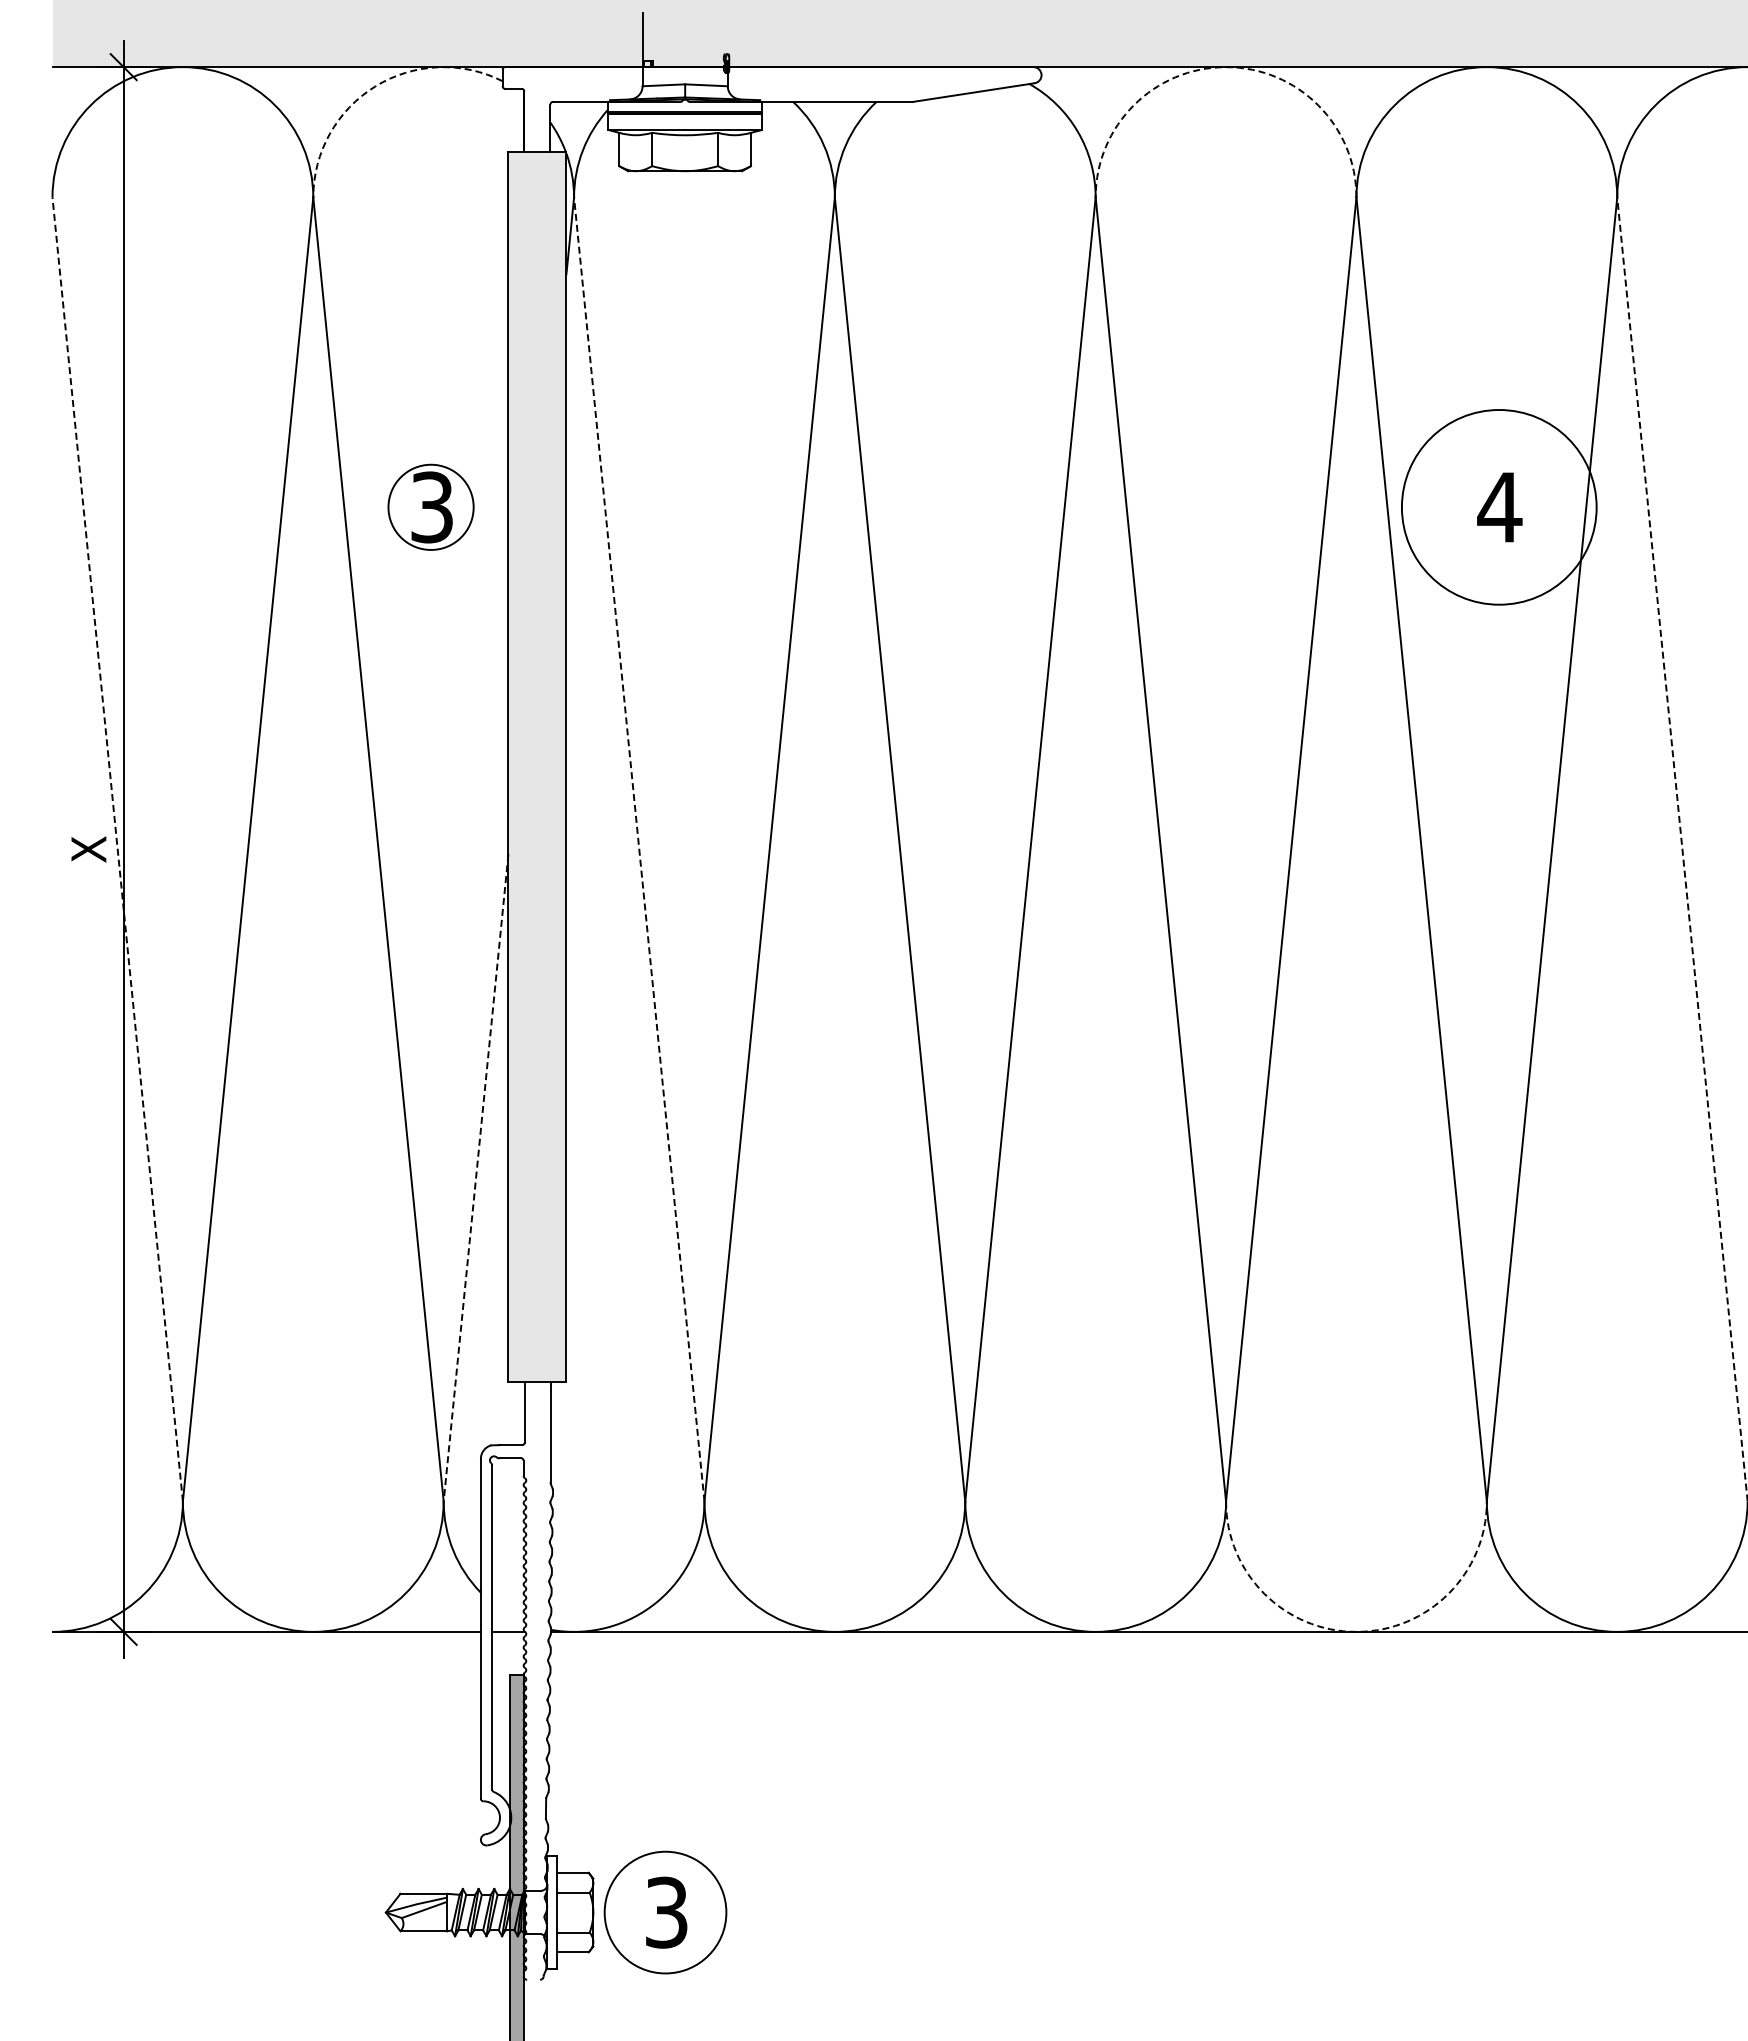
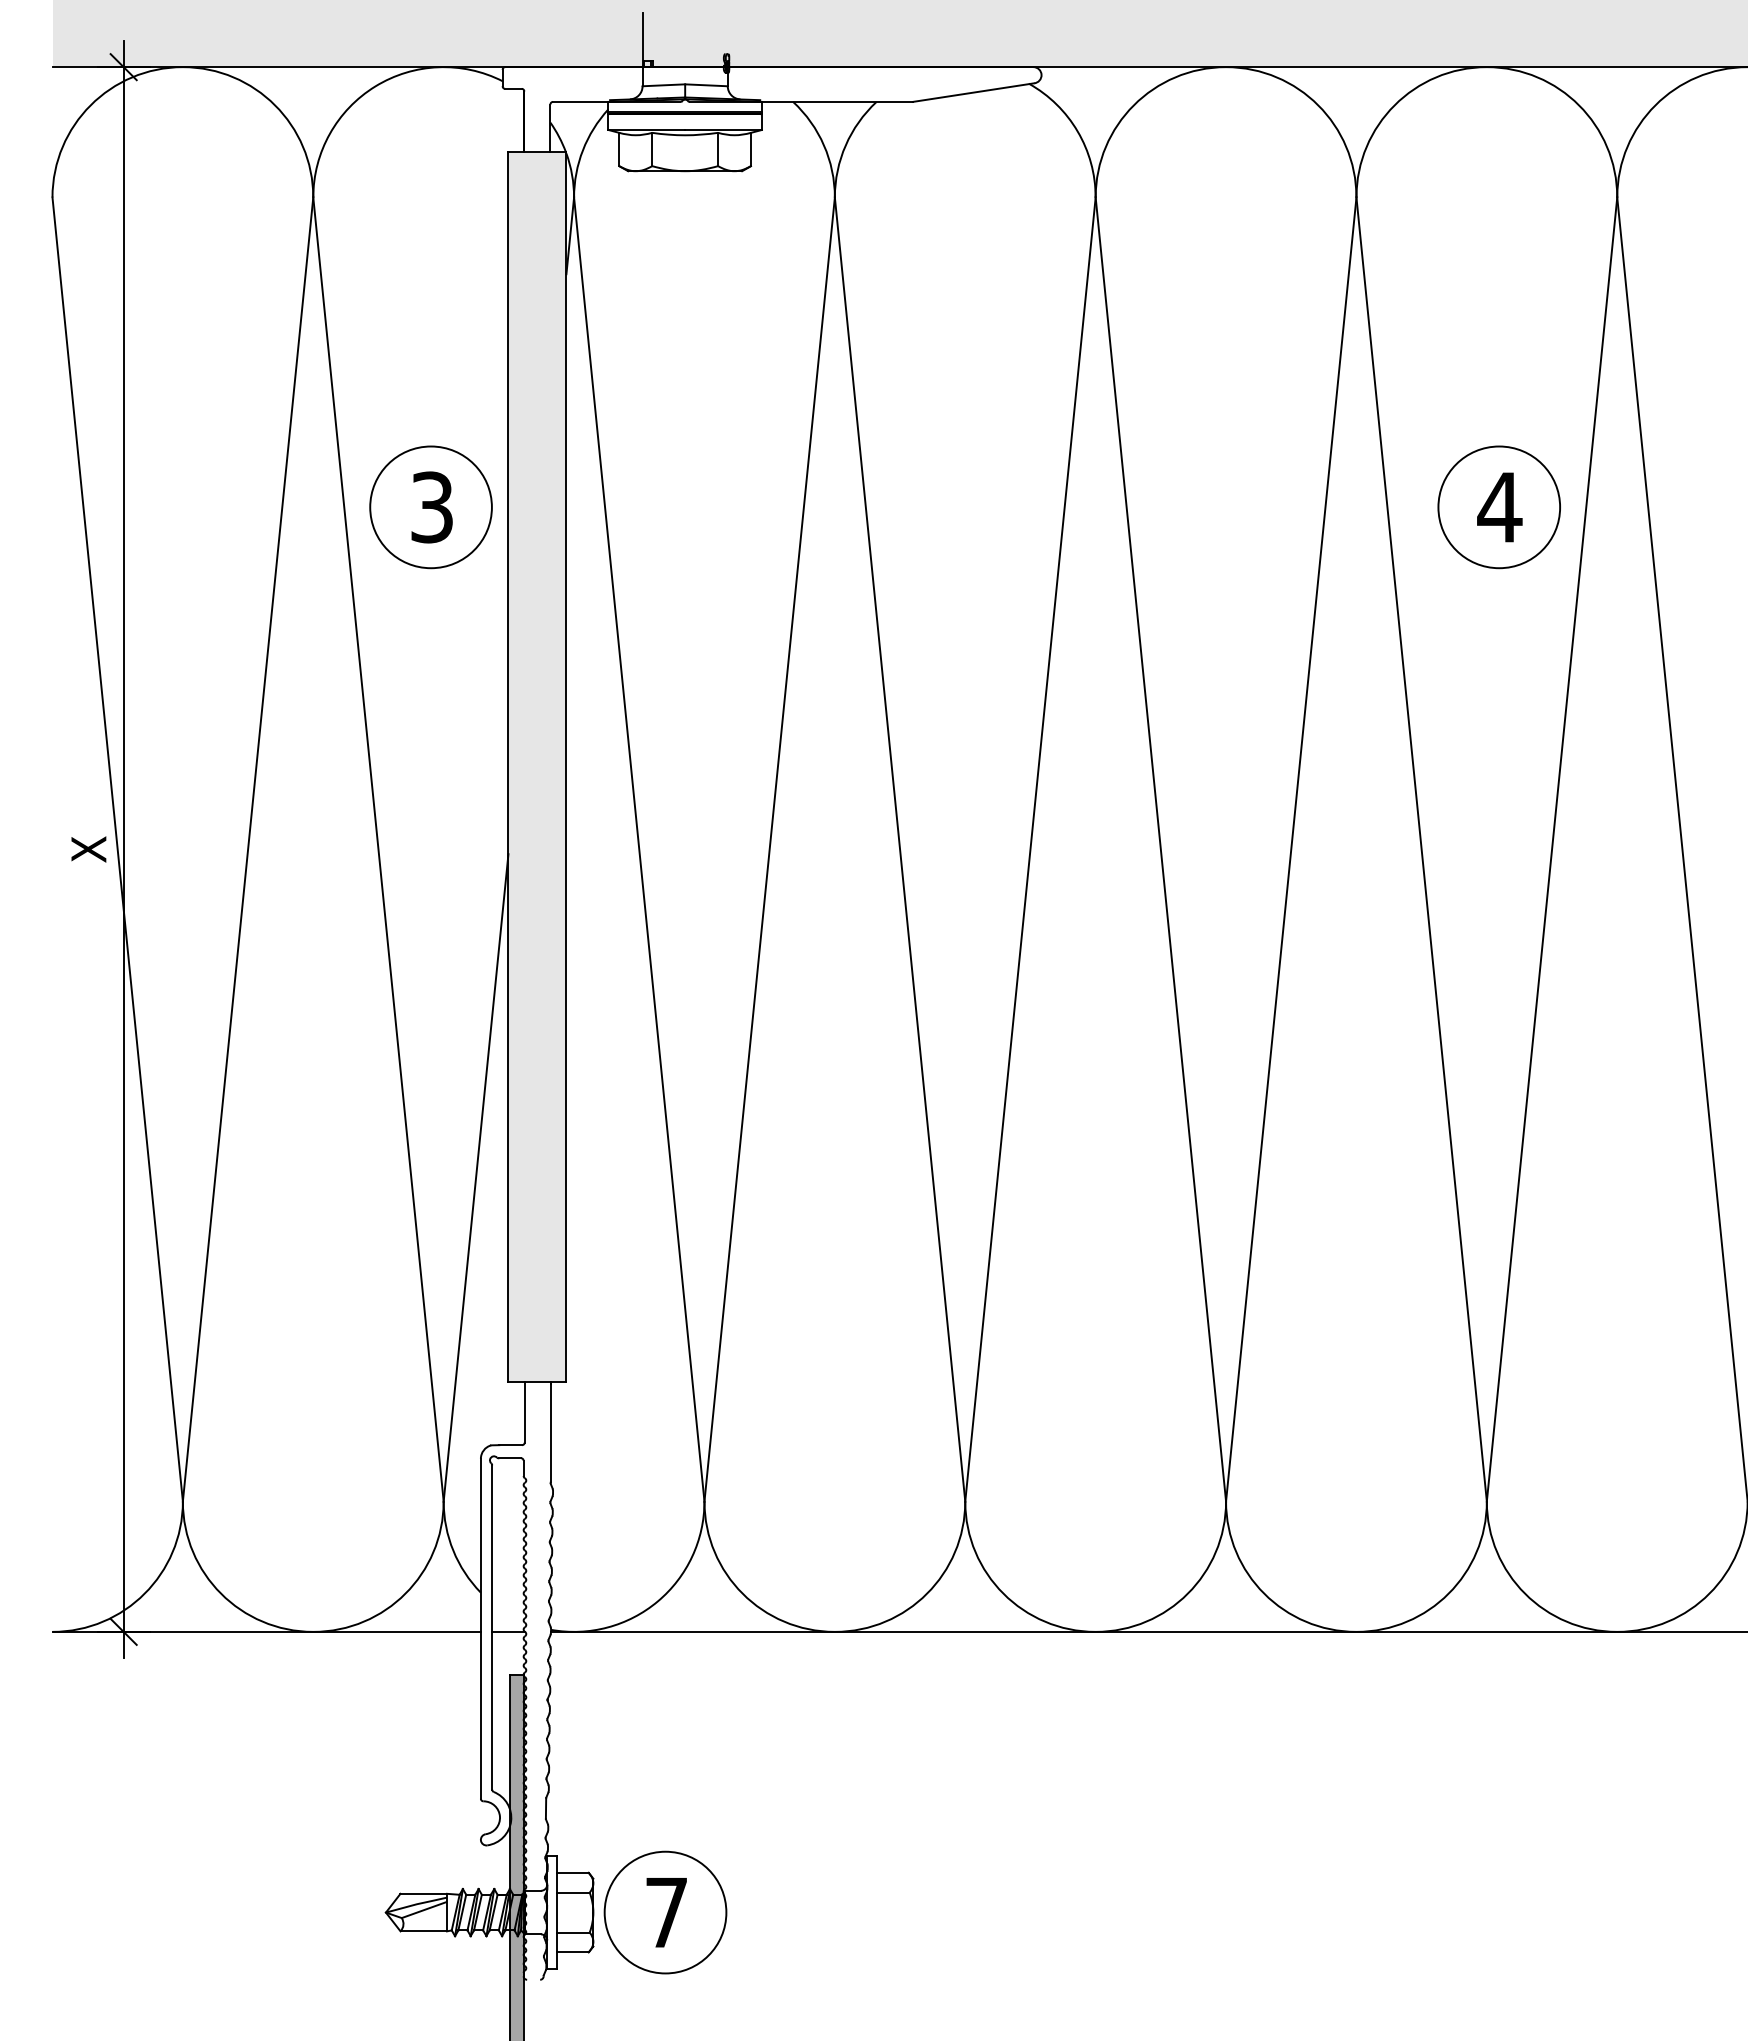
arc at (1226, 67): dashed -> solid
arc at (375, 86): dashed -> solid
circle at (430, 506) diameter: 85 px -> 122 px
circle at (1498, 507) diameter: 195 px -> 122 px
line at (117, 849): dashed -> solid
line at (639, 849): dashed -> solid
line at (1682, 849): dashed -> solid
line at (476, 1178): dashed -> solid
arc at (1356, 1631): dashed -> solid
text at (666, 1912): 3 -> 7
